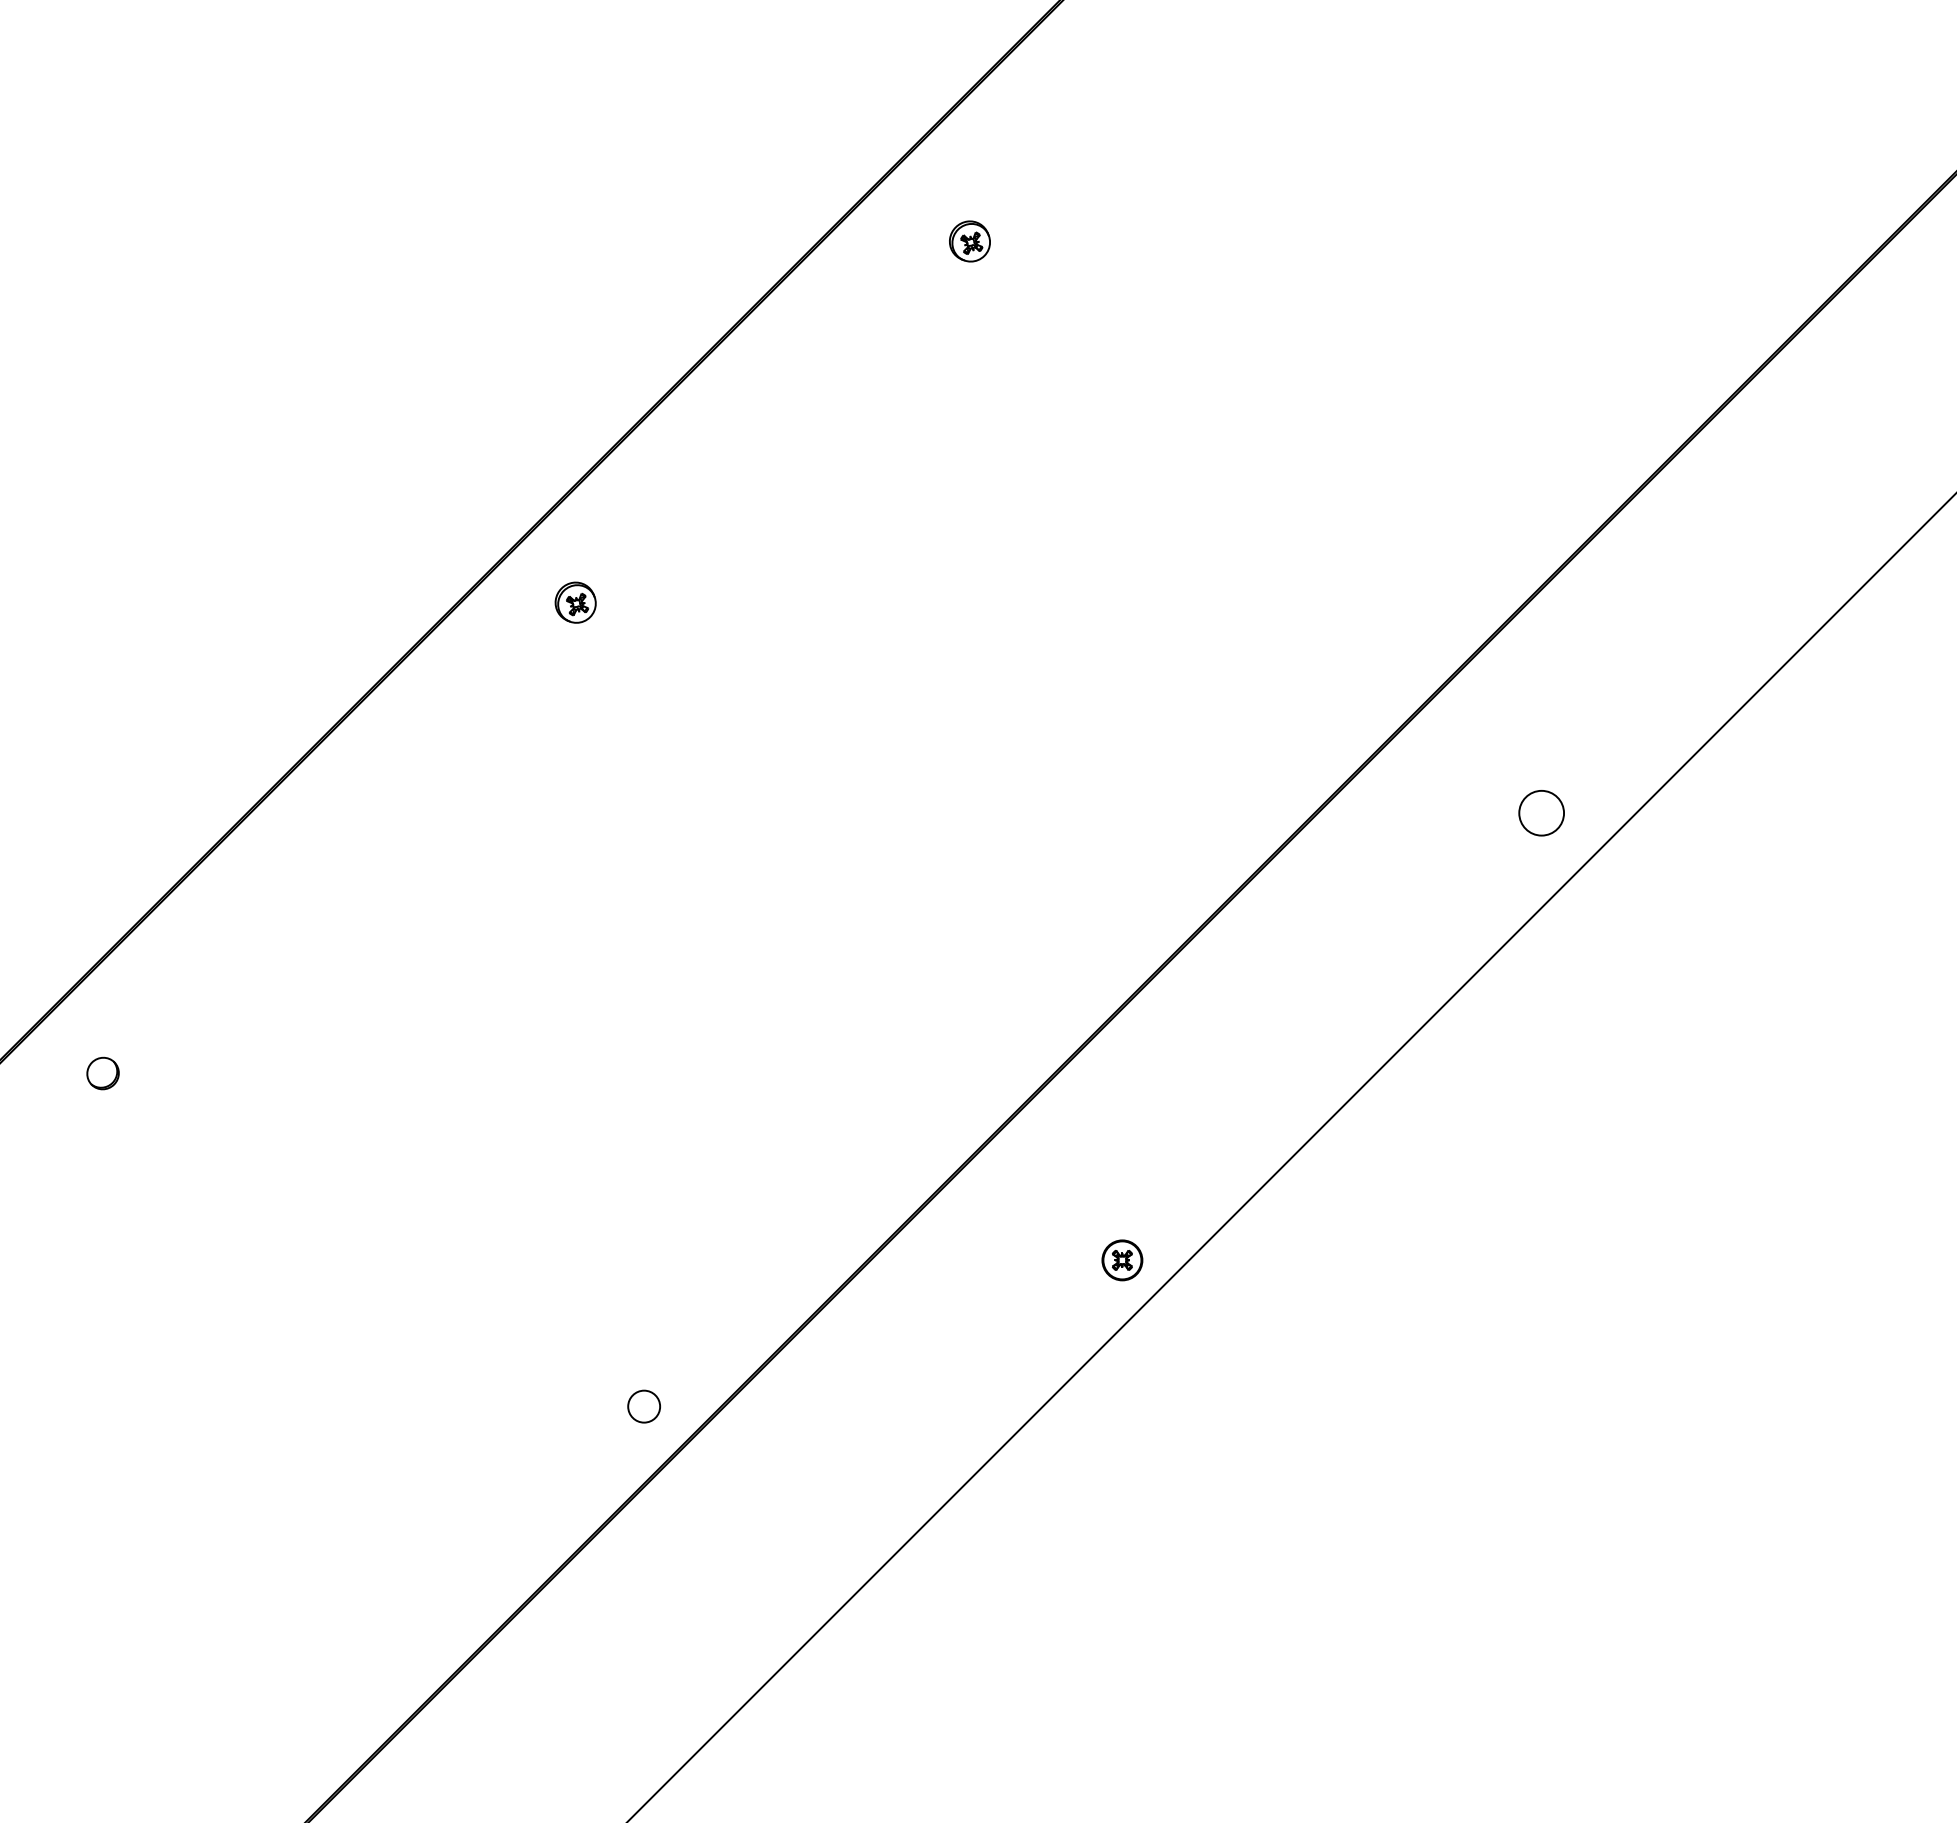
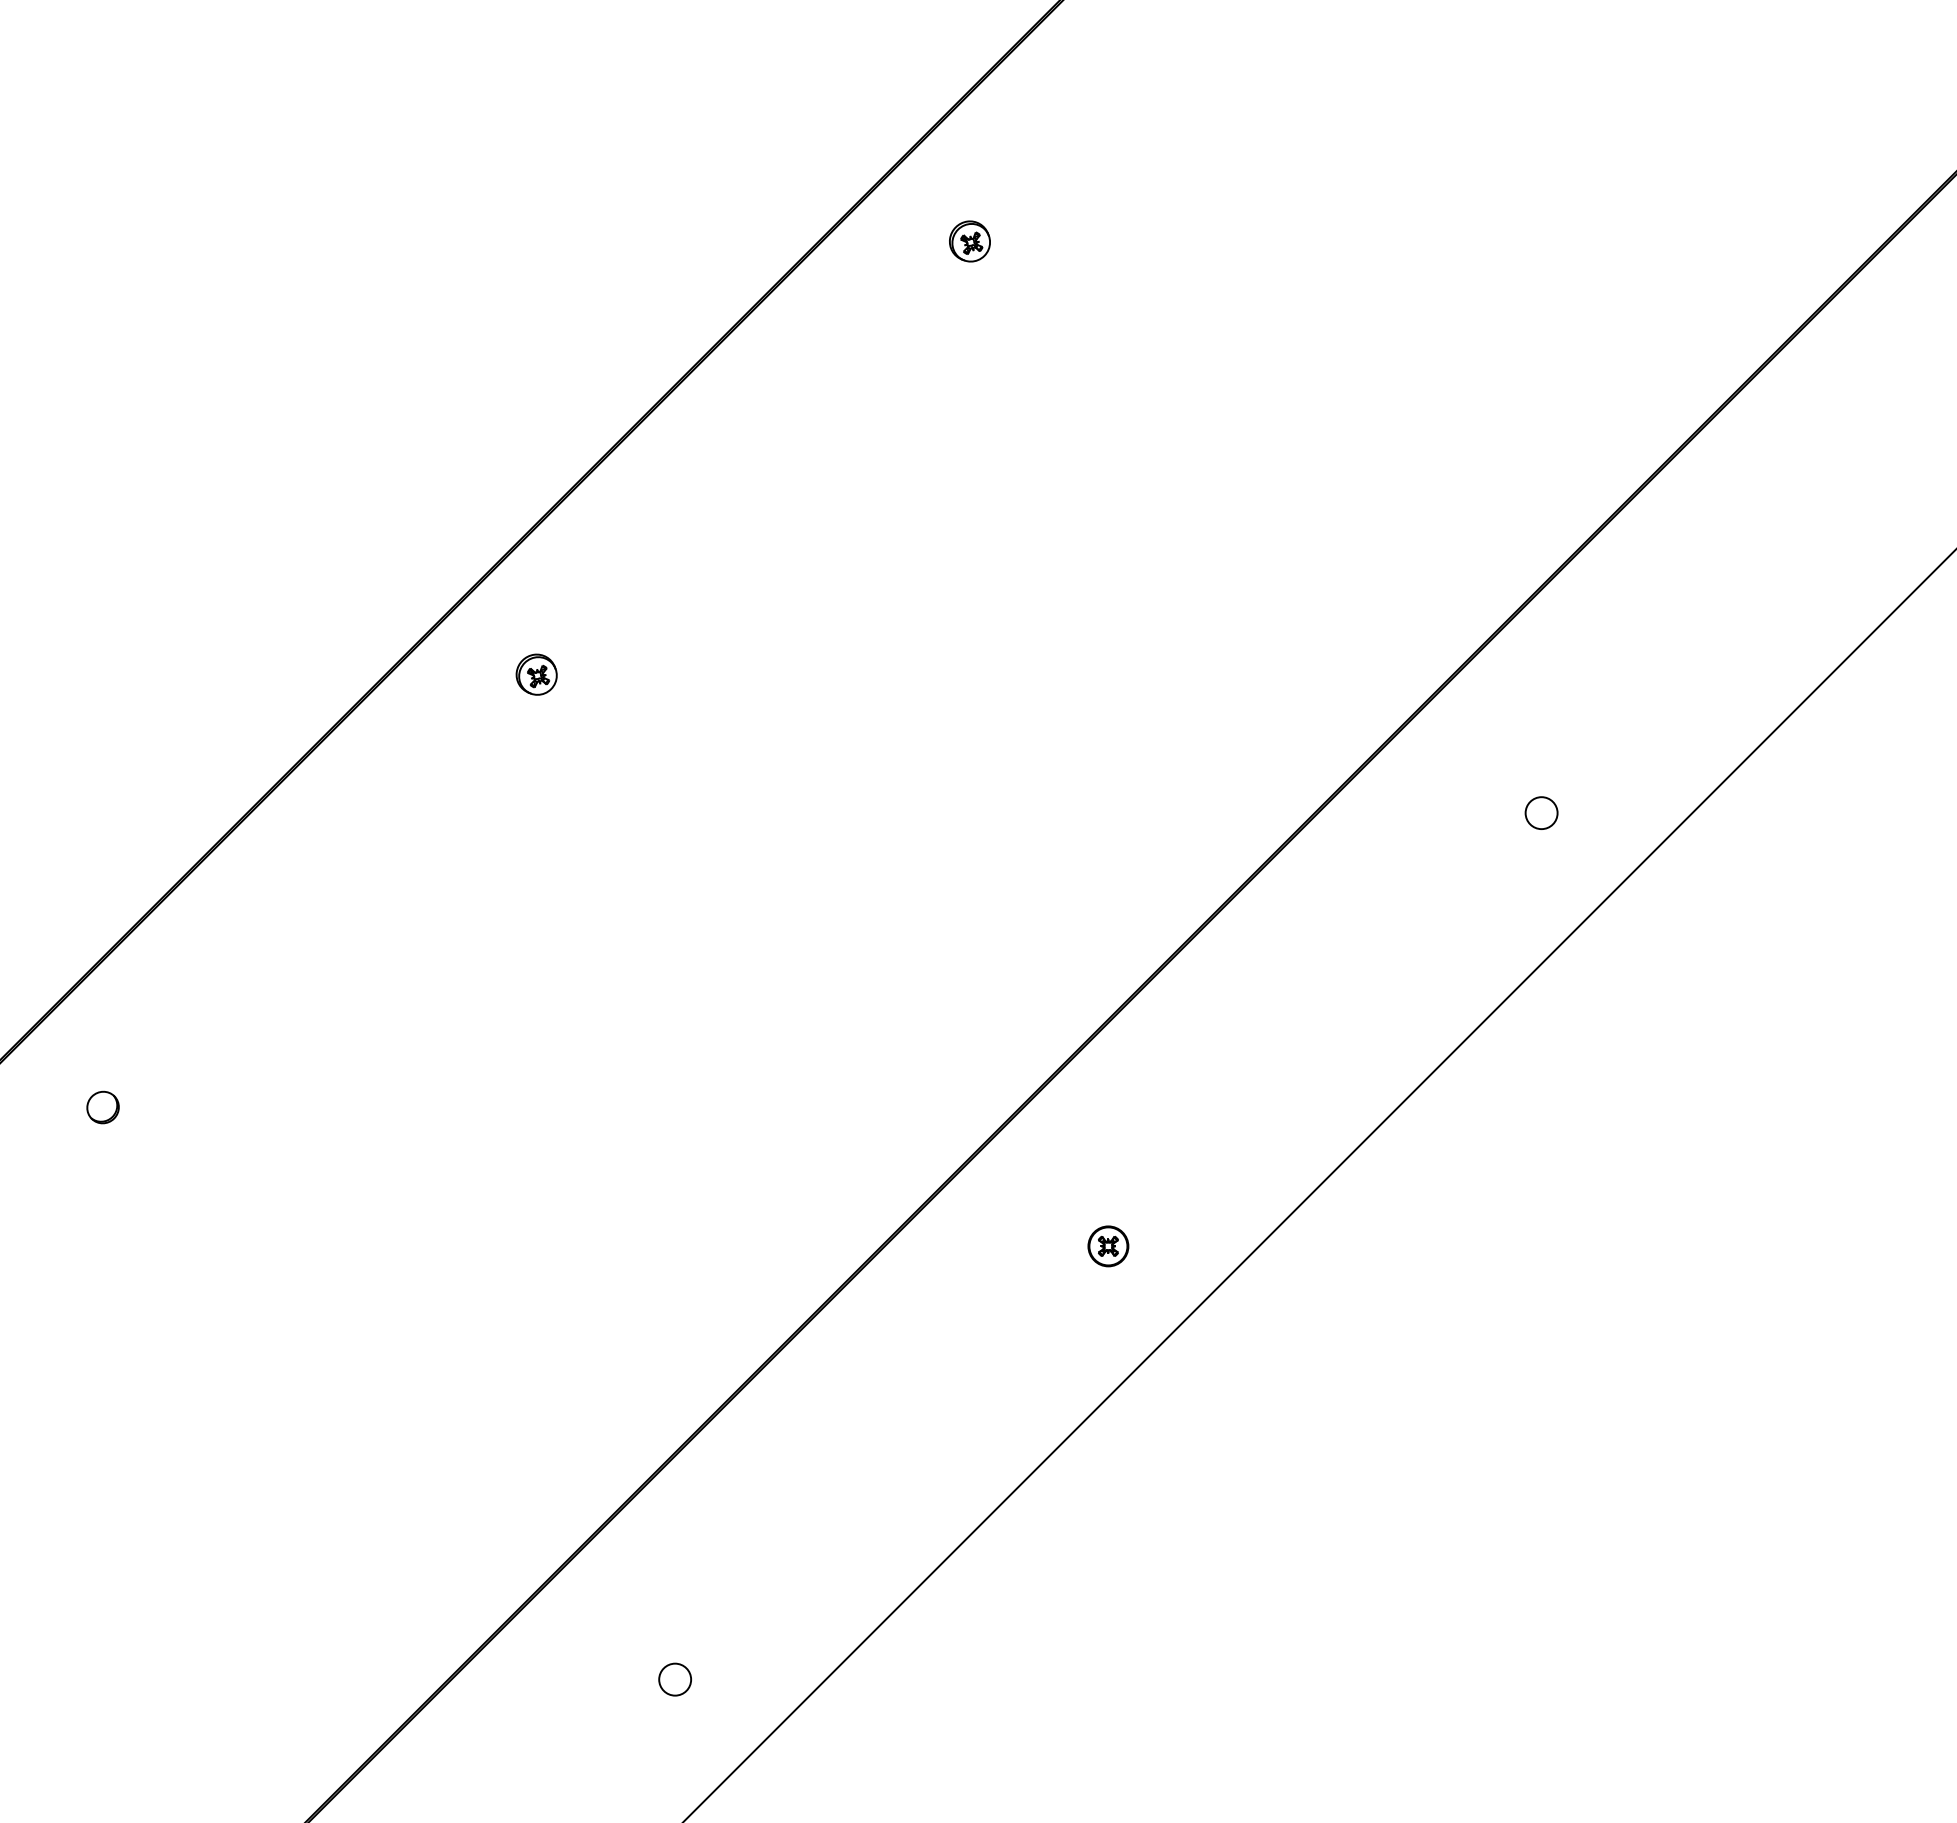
part at (575, 602) position: (575, 602) -> (536, 674)
circle at (1541, 813) size: 47x47 px -> 35x34 px
part at (102, 1073) position: (102, 1073) -> (102, 1107)
line at (1291, 1157) position: (1291, 1157) -> (1319, 1185)
part at (1122, 1260) position: (1122, 1260) -> (1108, 1246)
circle at (643, 1406) position: (643, 1406) -> (674, 1679)
